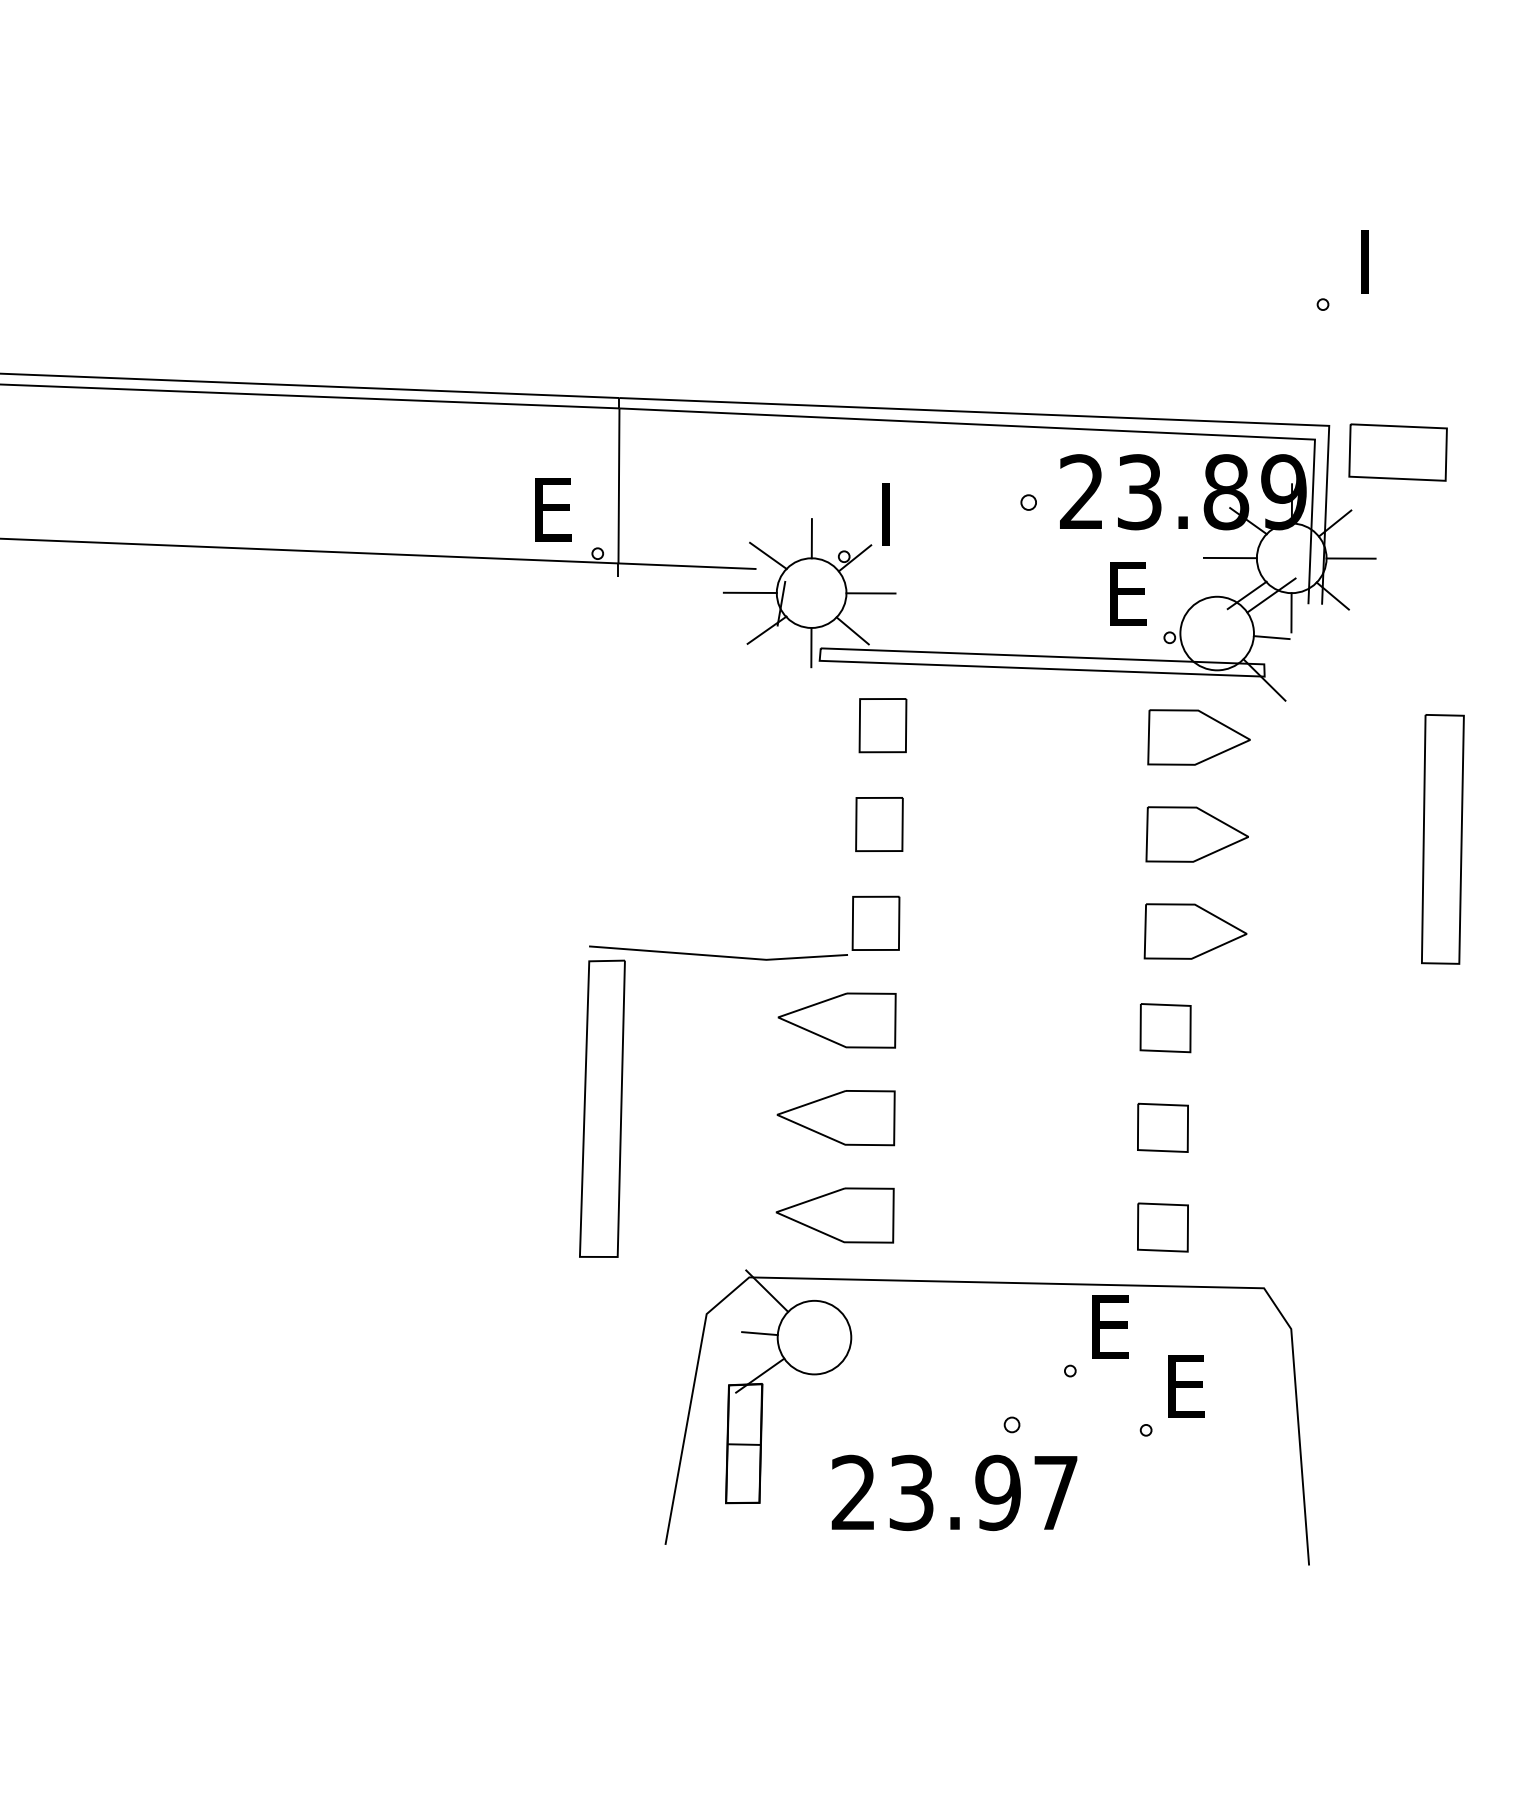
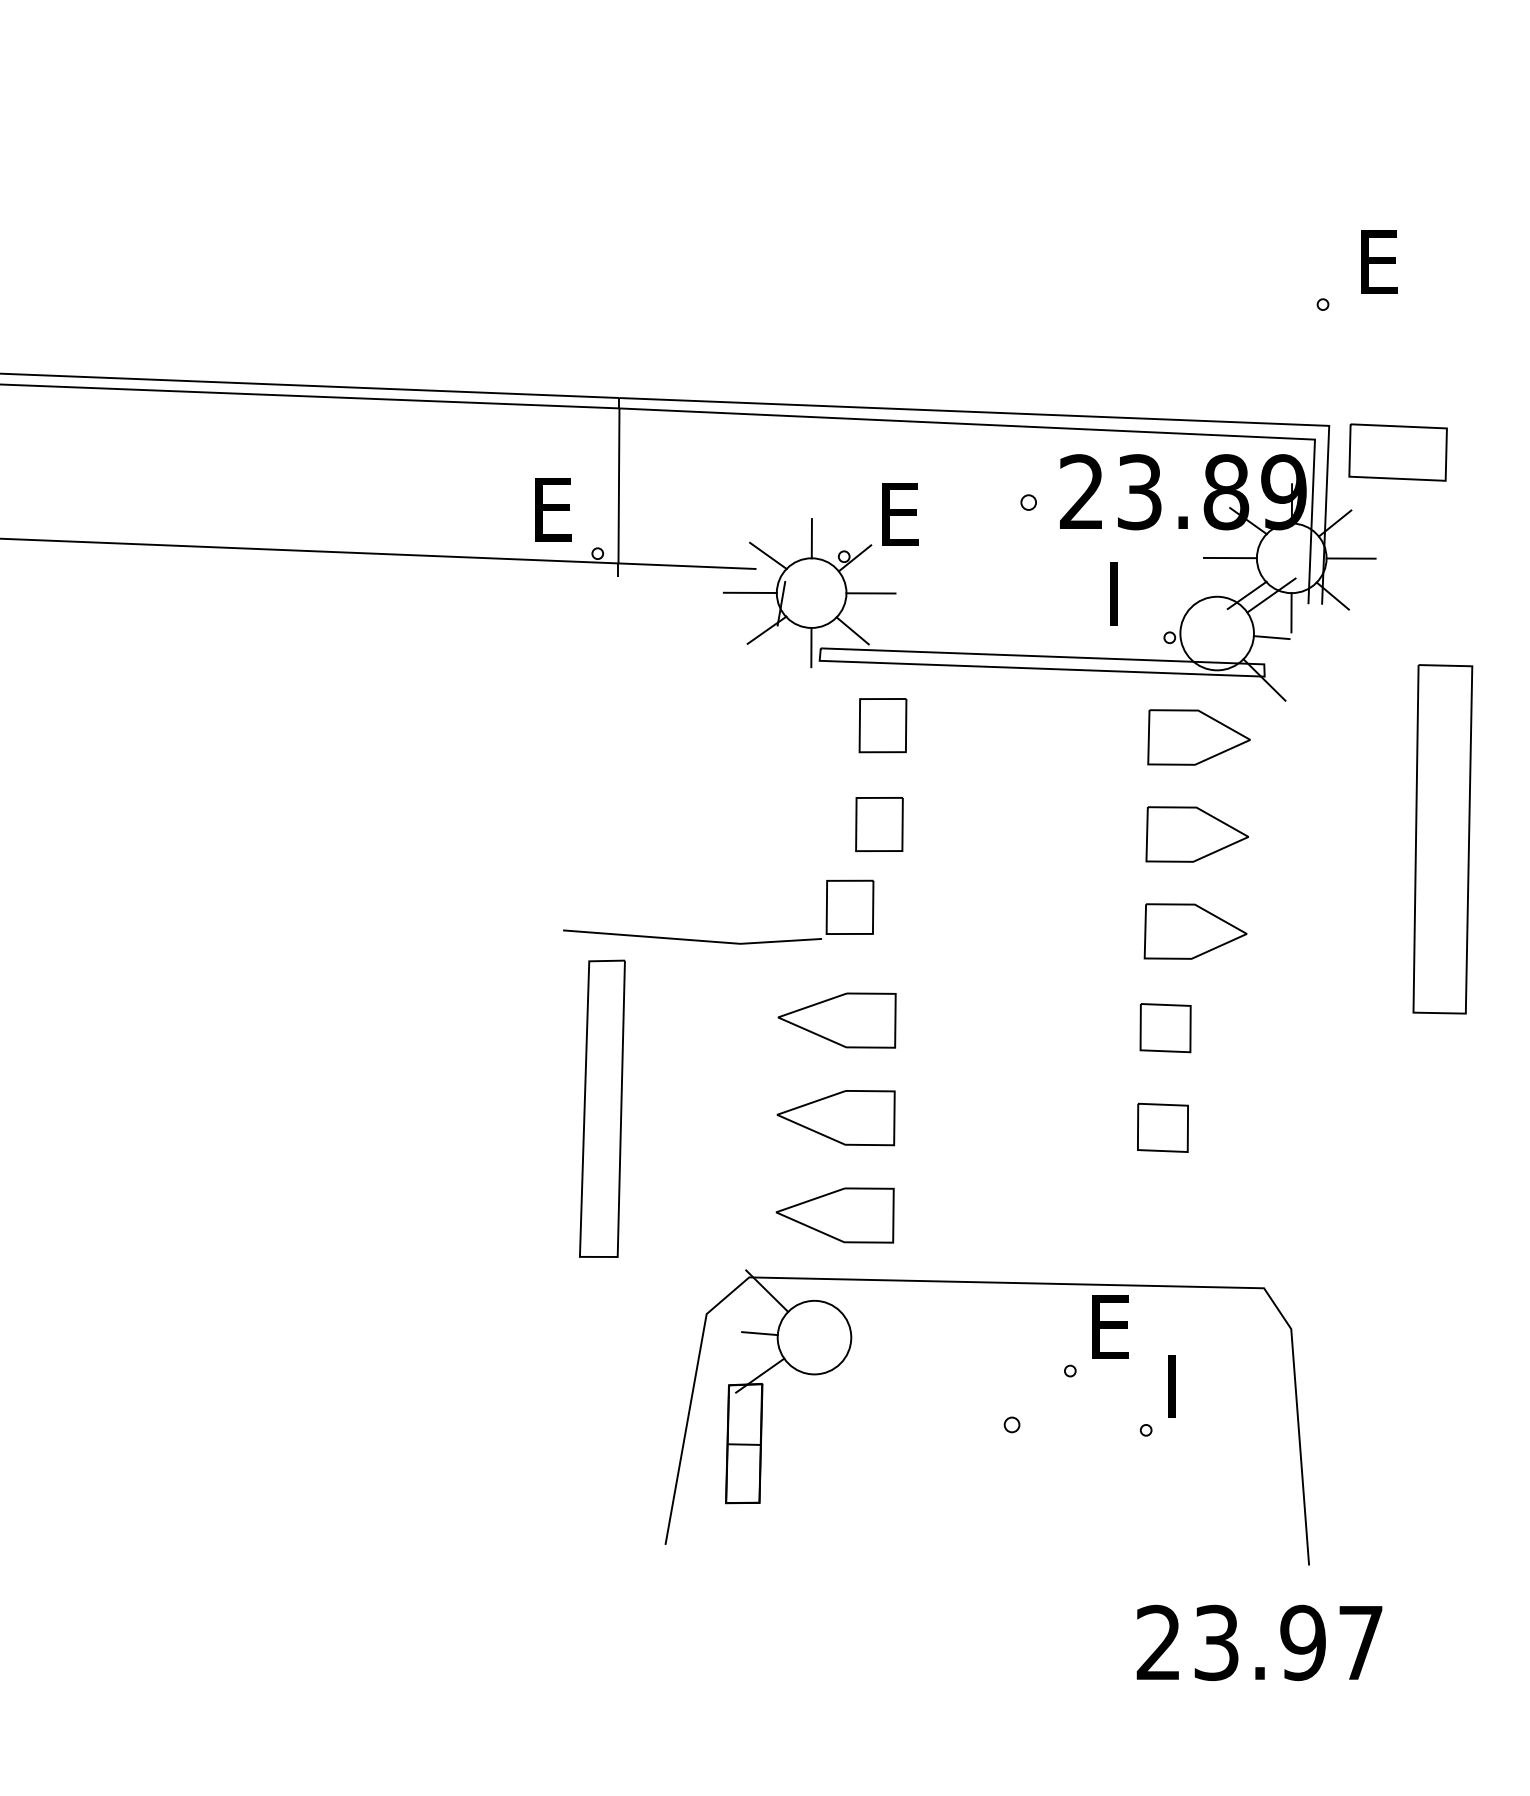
text at (1383, 261): I -> E
text at (904, 514): I -> E
text at (1132, 593): E -> I
part at (1442, 839) size: 44x251 px -> 62x351 px
part at (739, 956) position: (739, 956) -> (713, 940)
part at (1162, 1227): present -> none
text at (1190, 1386): E -> I
text at (954, 1492) position: (954, 1492) -> (1259, 1642)
